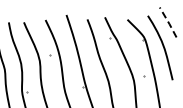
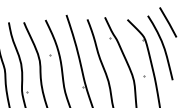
line at (168, 22): dashed -> solid
